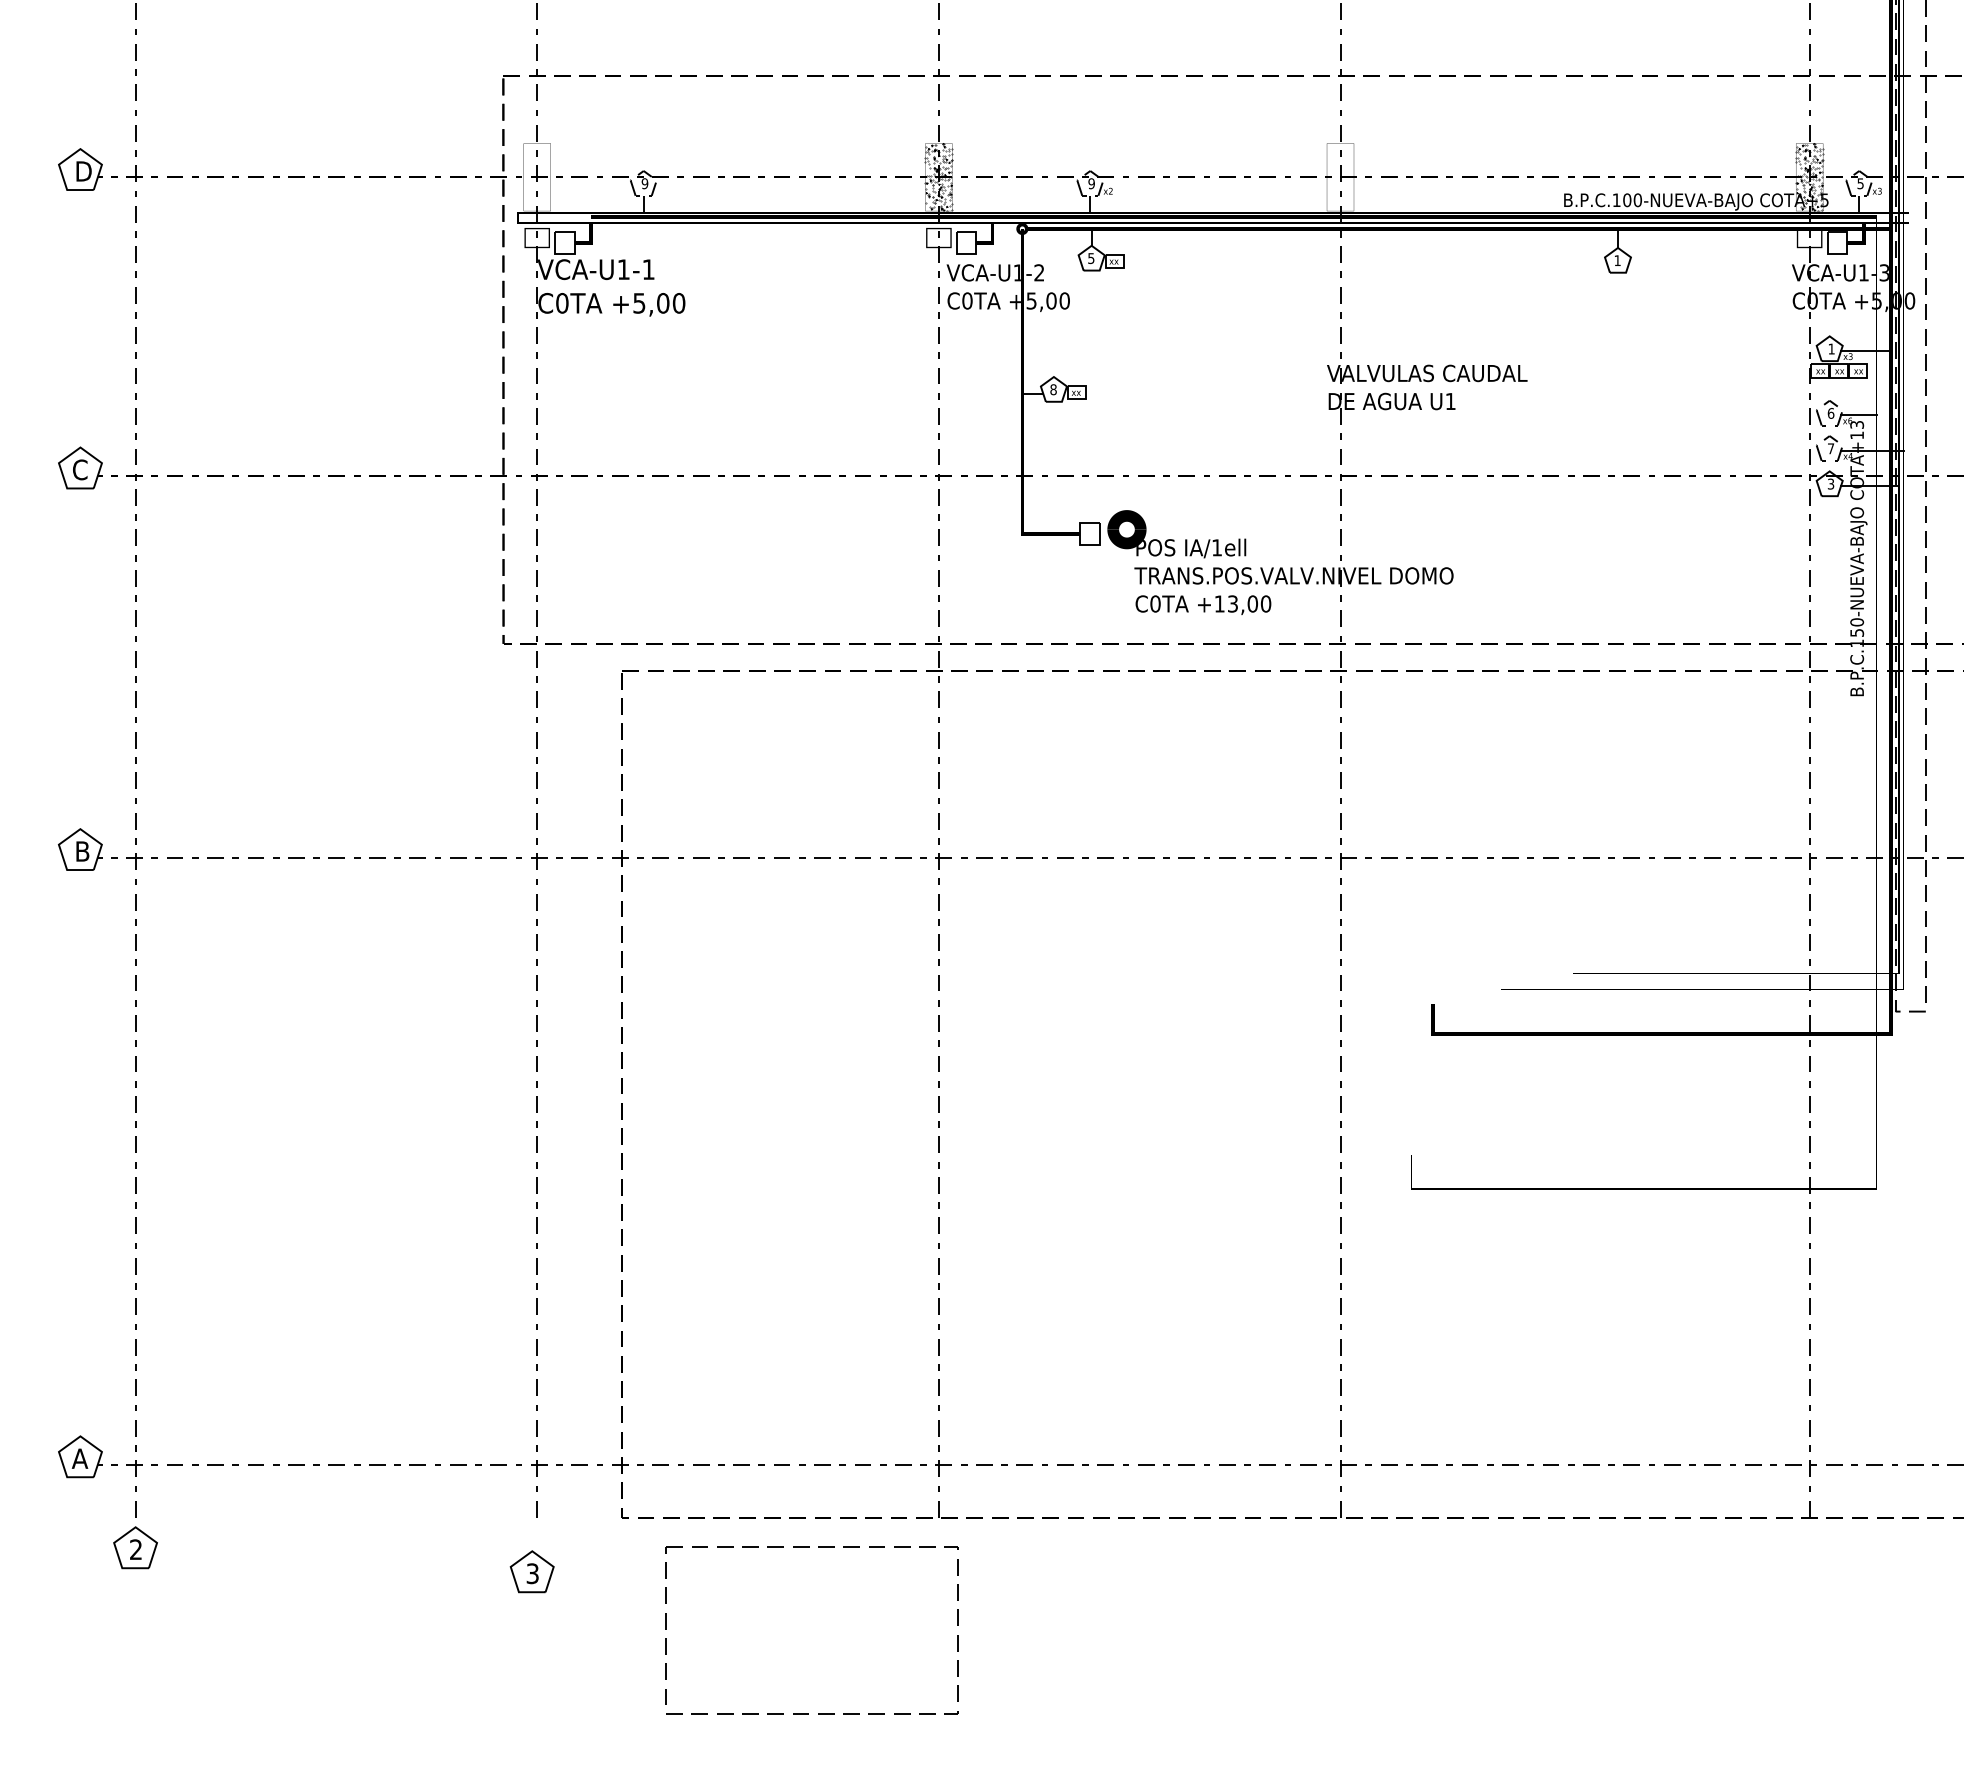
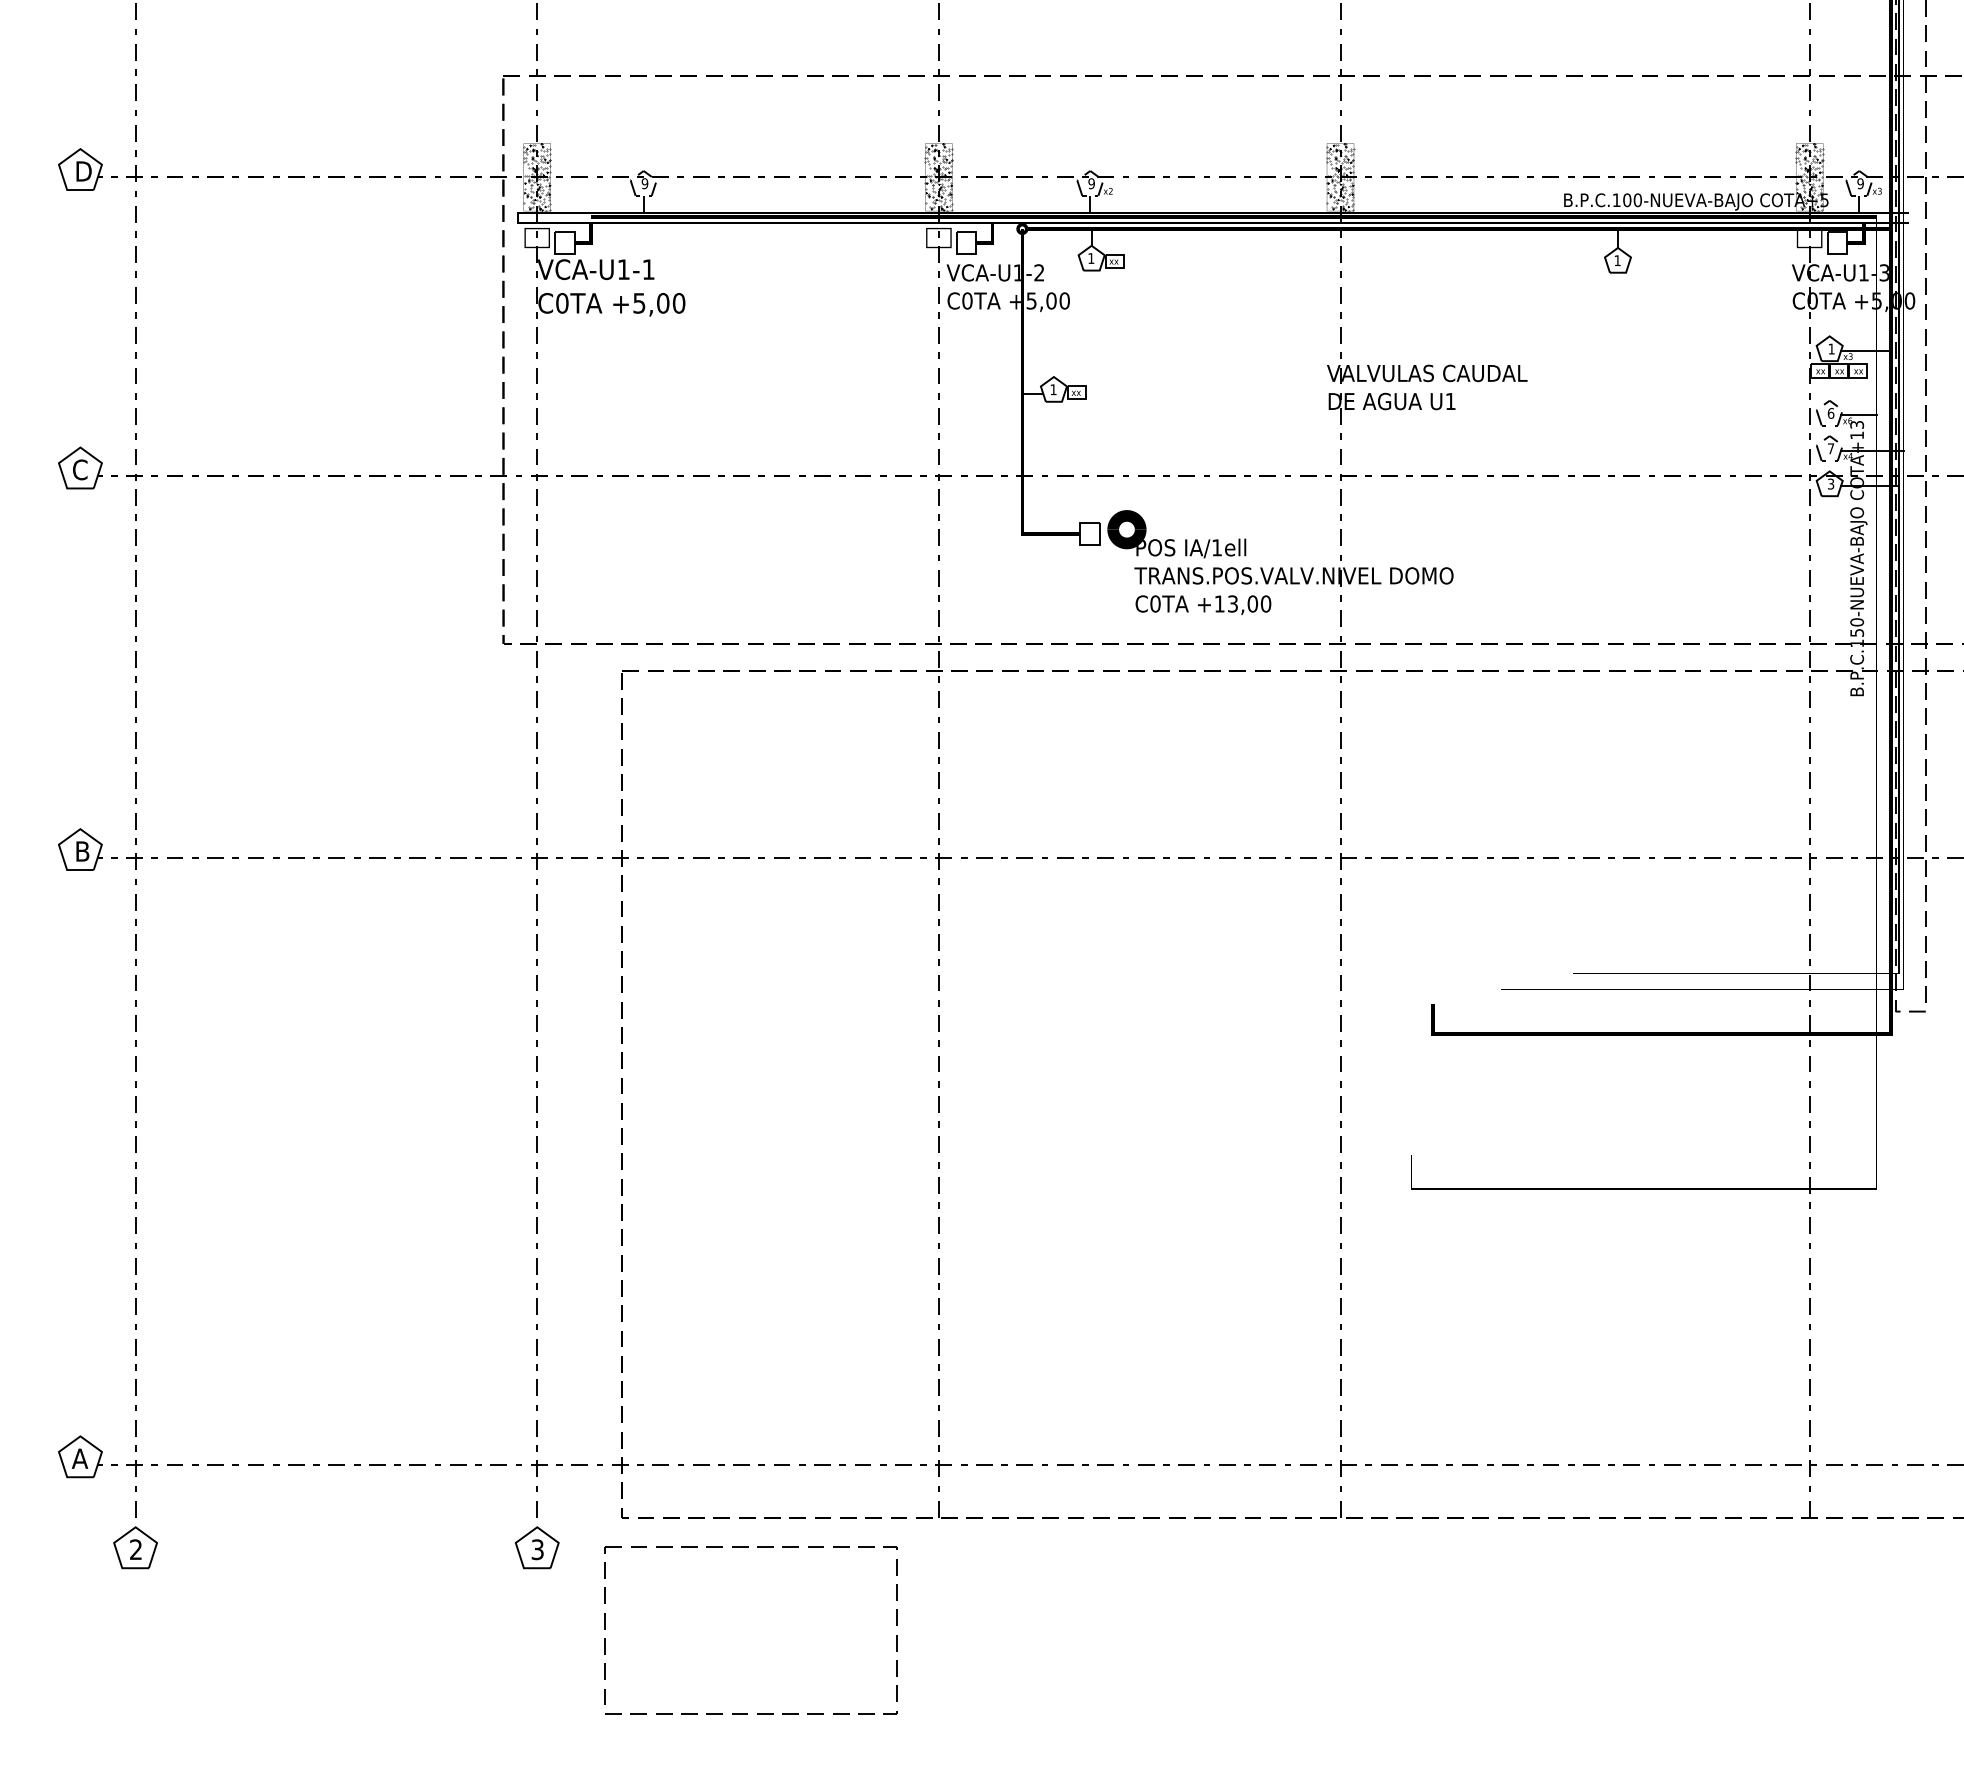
hatch at (536, 177): none -> present
hatch at (1340, 177): none -> present
text at (1860, 183): 5 -> 9
text at (1091, 258): 5 -> 1
text at (1053, 389): 8 -> 1
part at (809, 1547) position: (809, 1547) -> (748, 1547)
part at (531, 1571) position: (531, 1571) -> (536, 1547)
